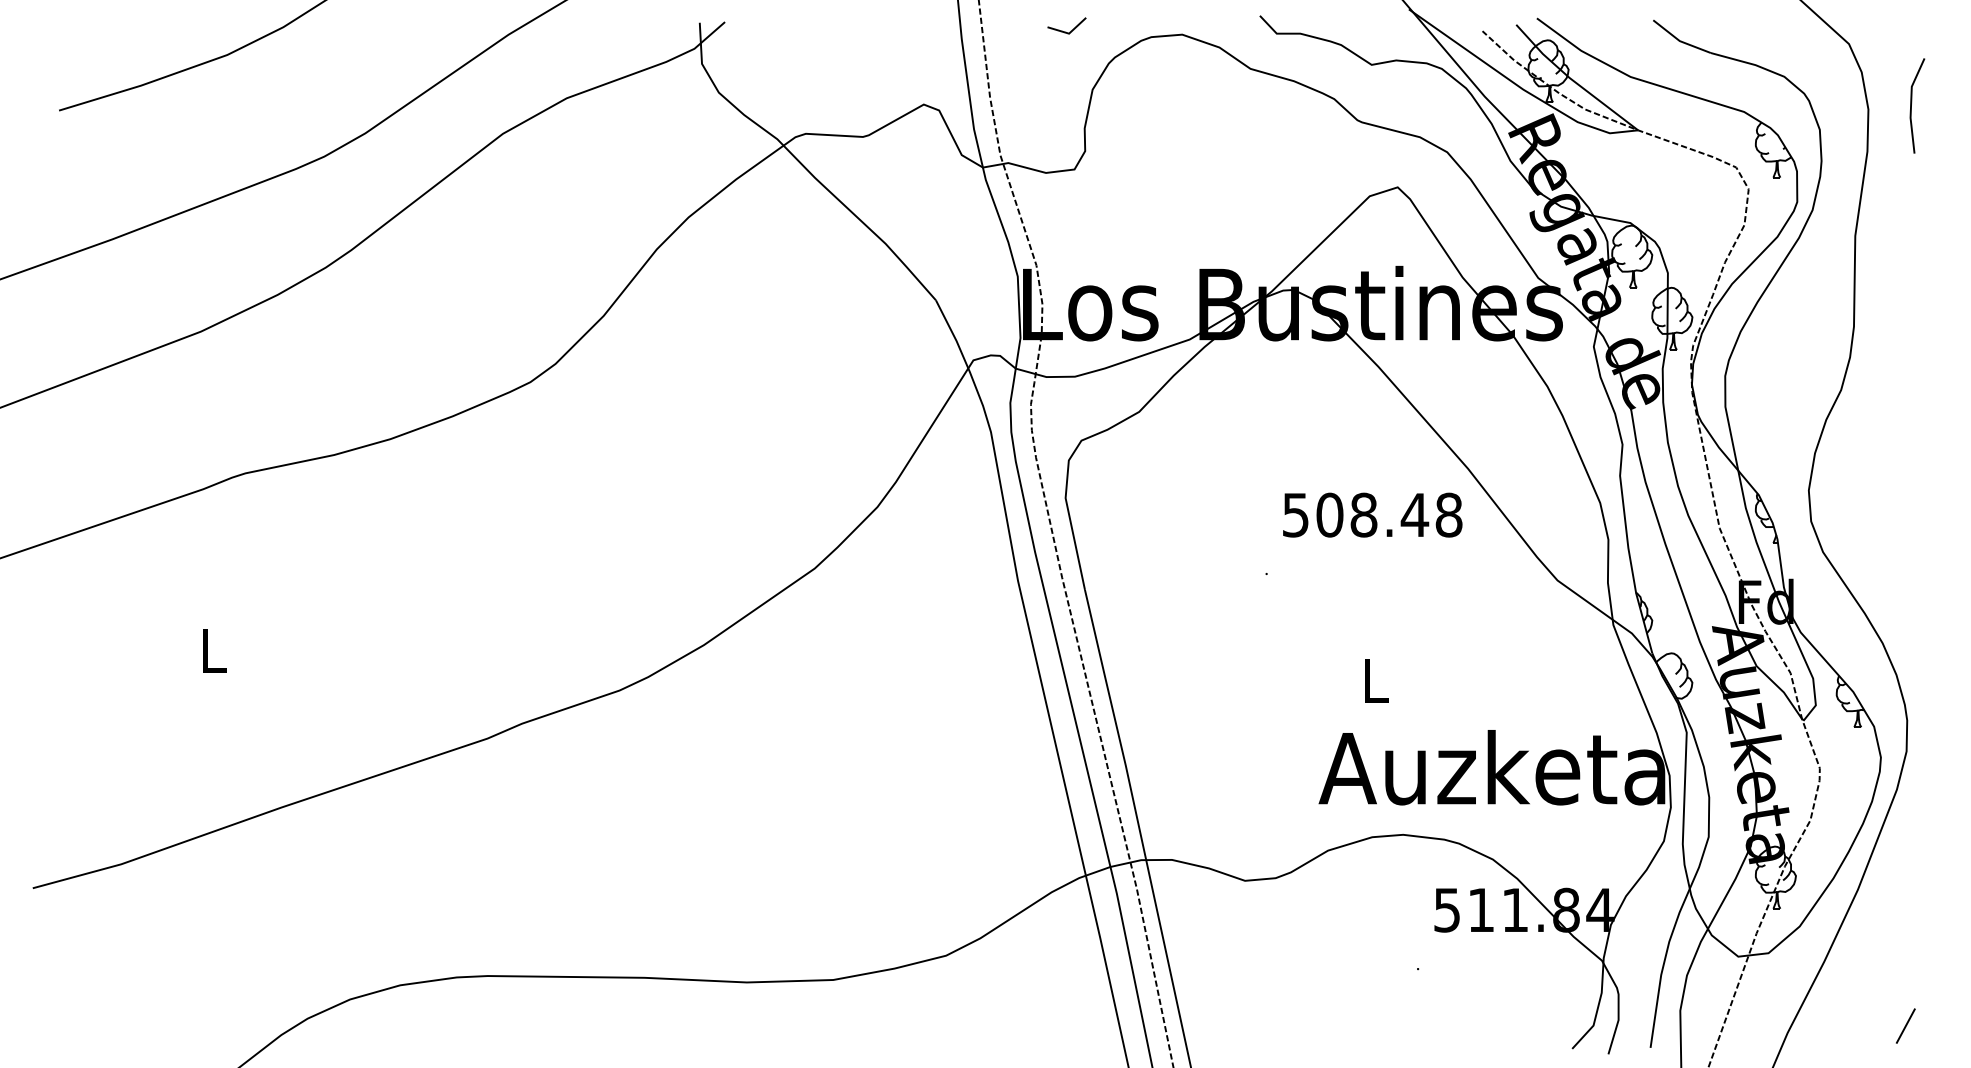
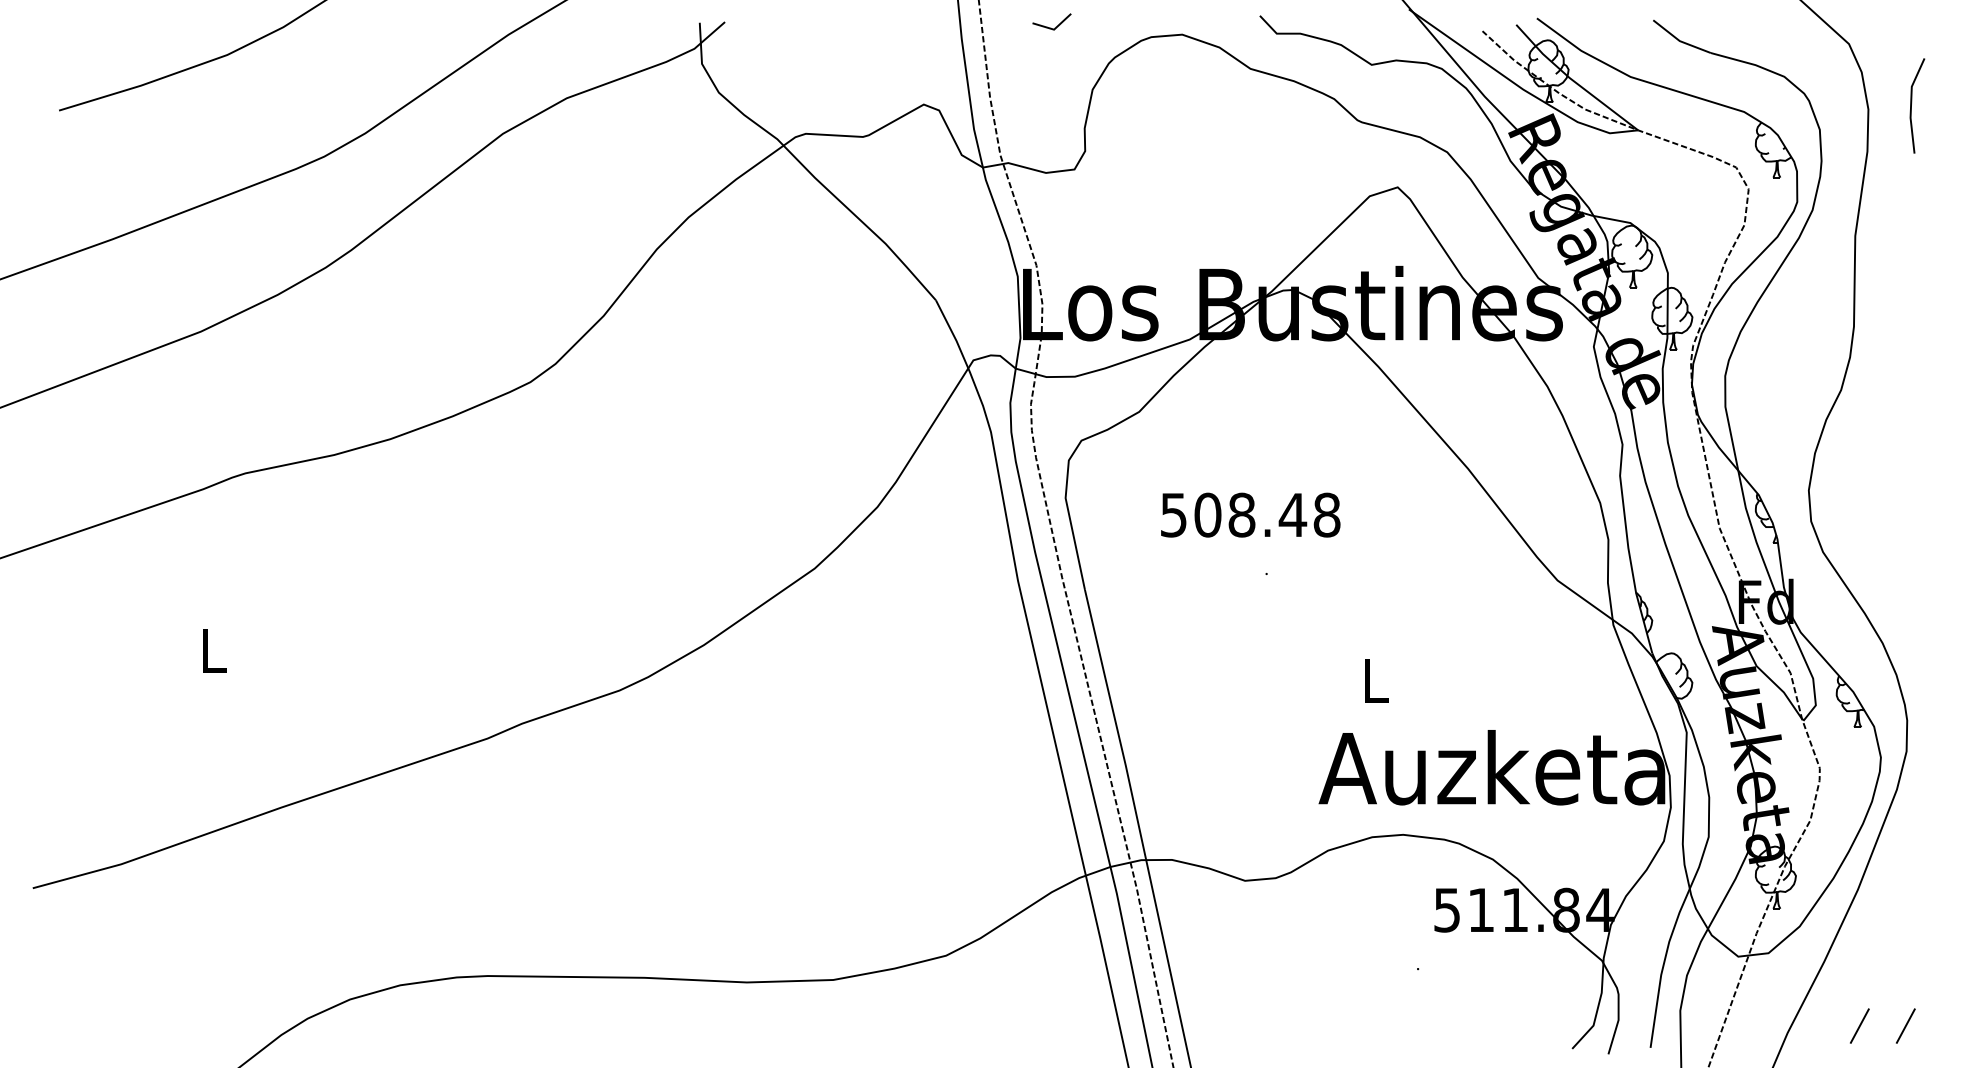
line at (1065, 31) position: (1065, 31) -> (1050, 27)
text at (1372, 514) position: (1372, 514) -> (1250, 514)
line at (1859, 1025): none -> present
